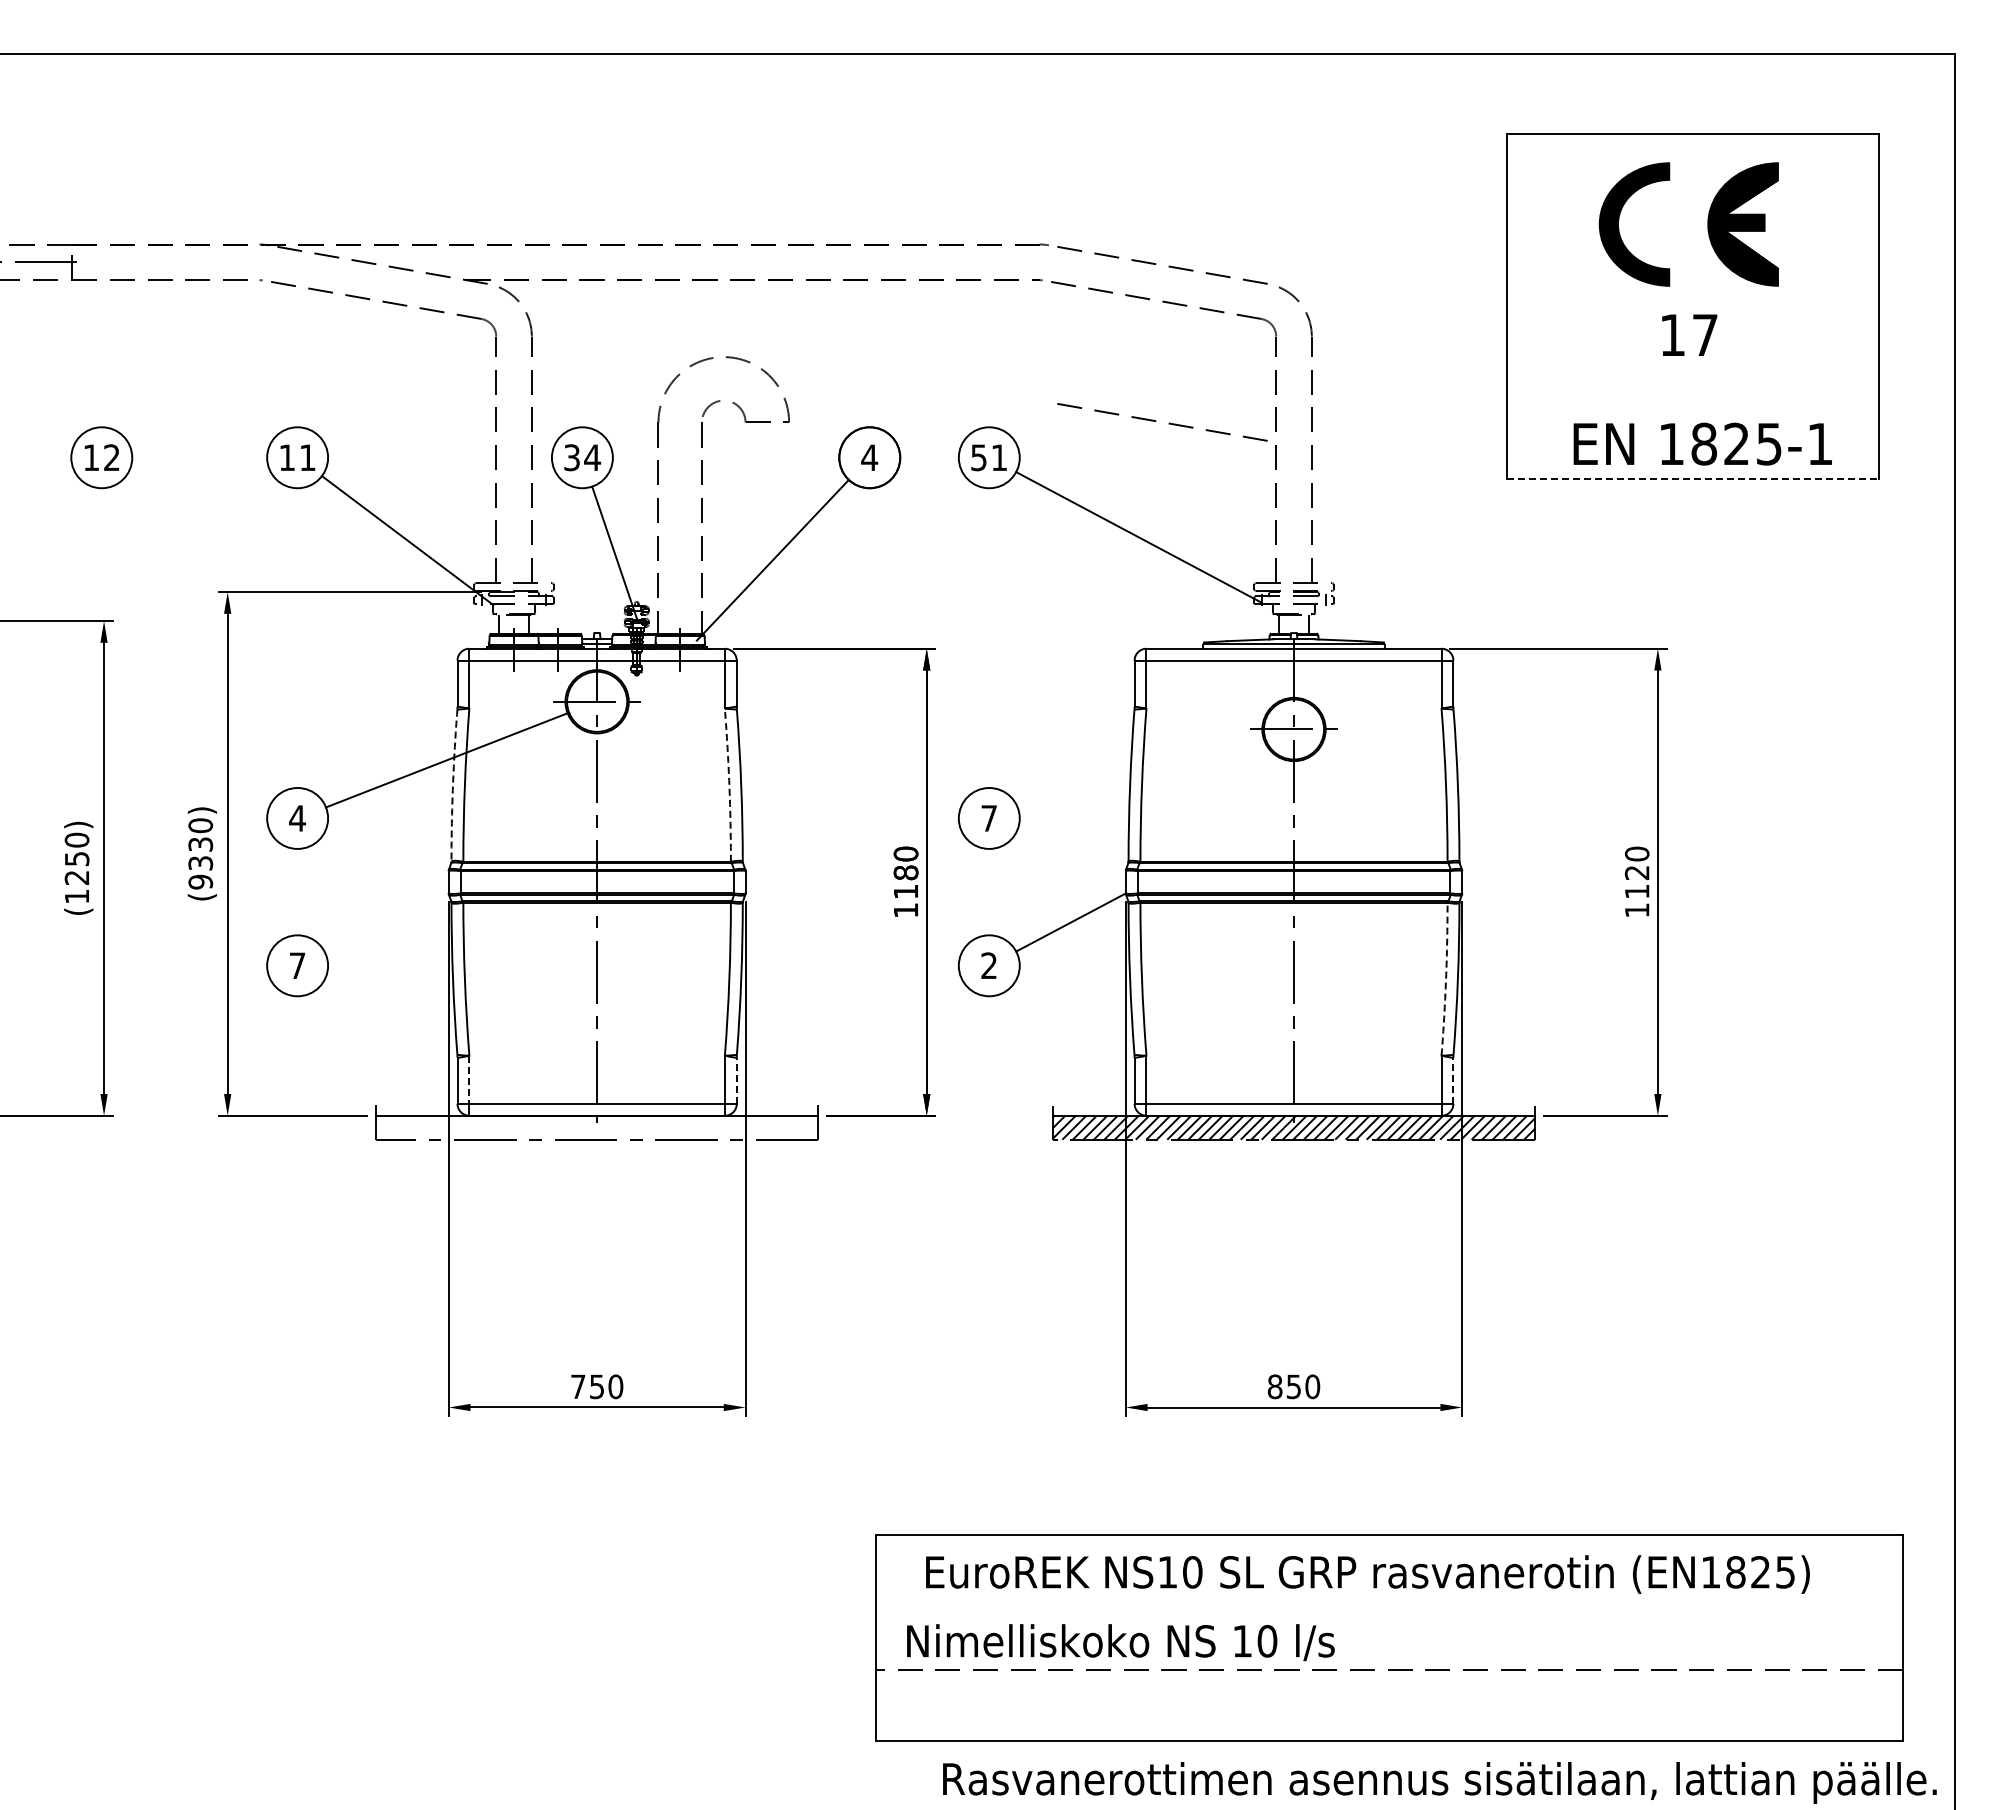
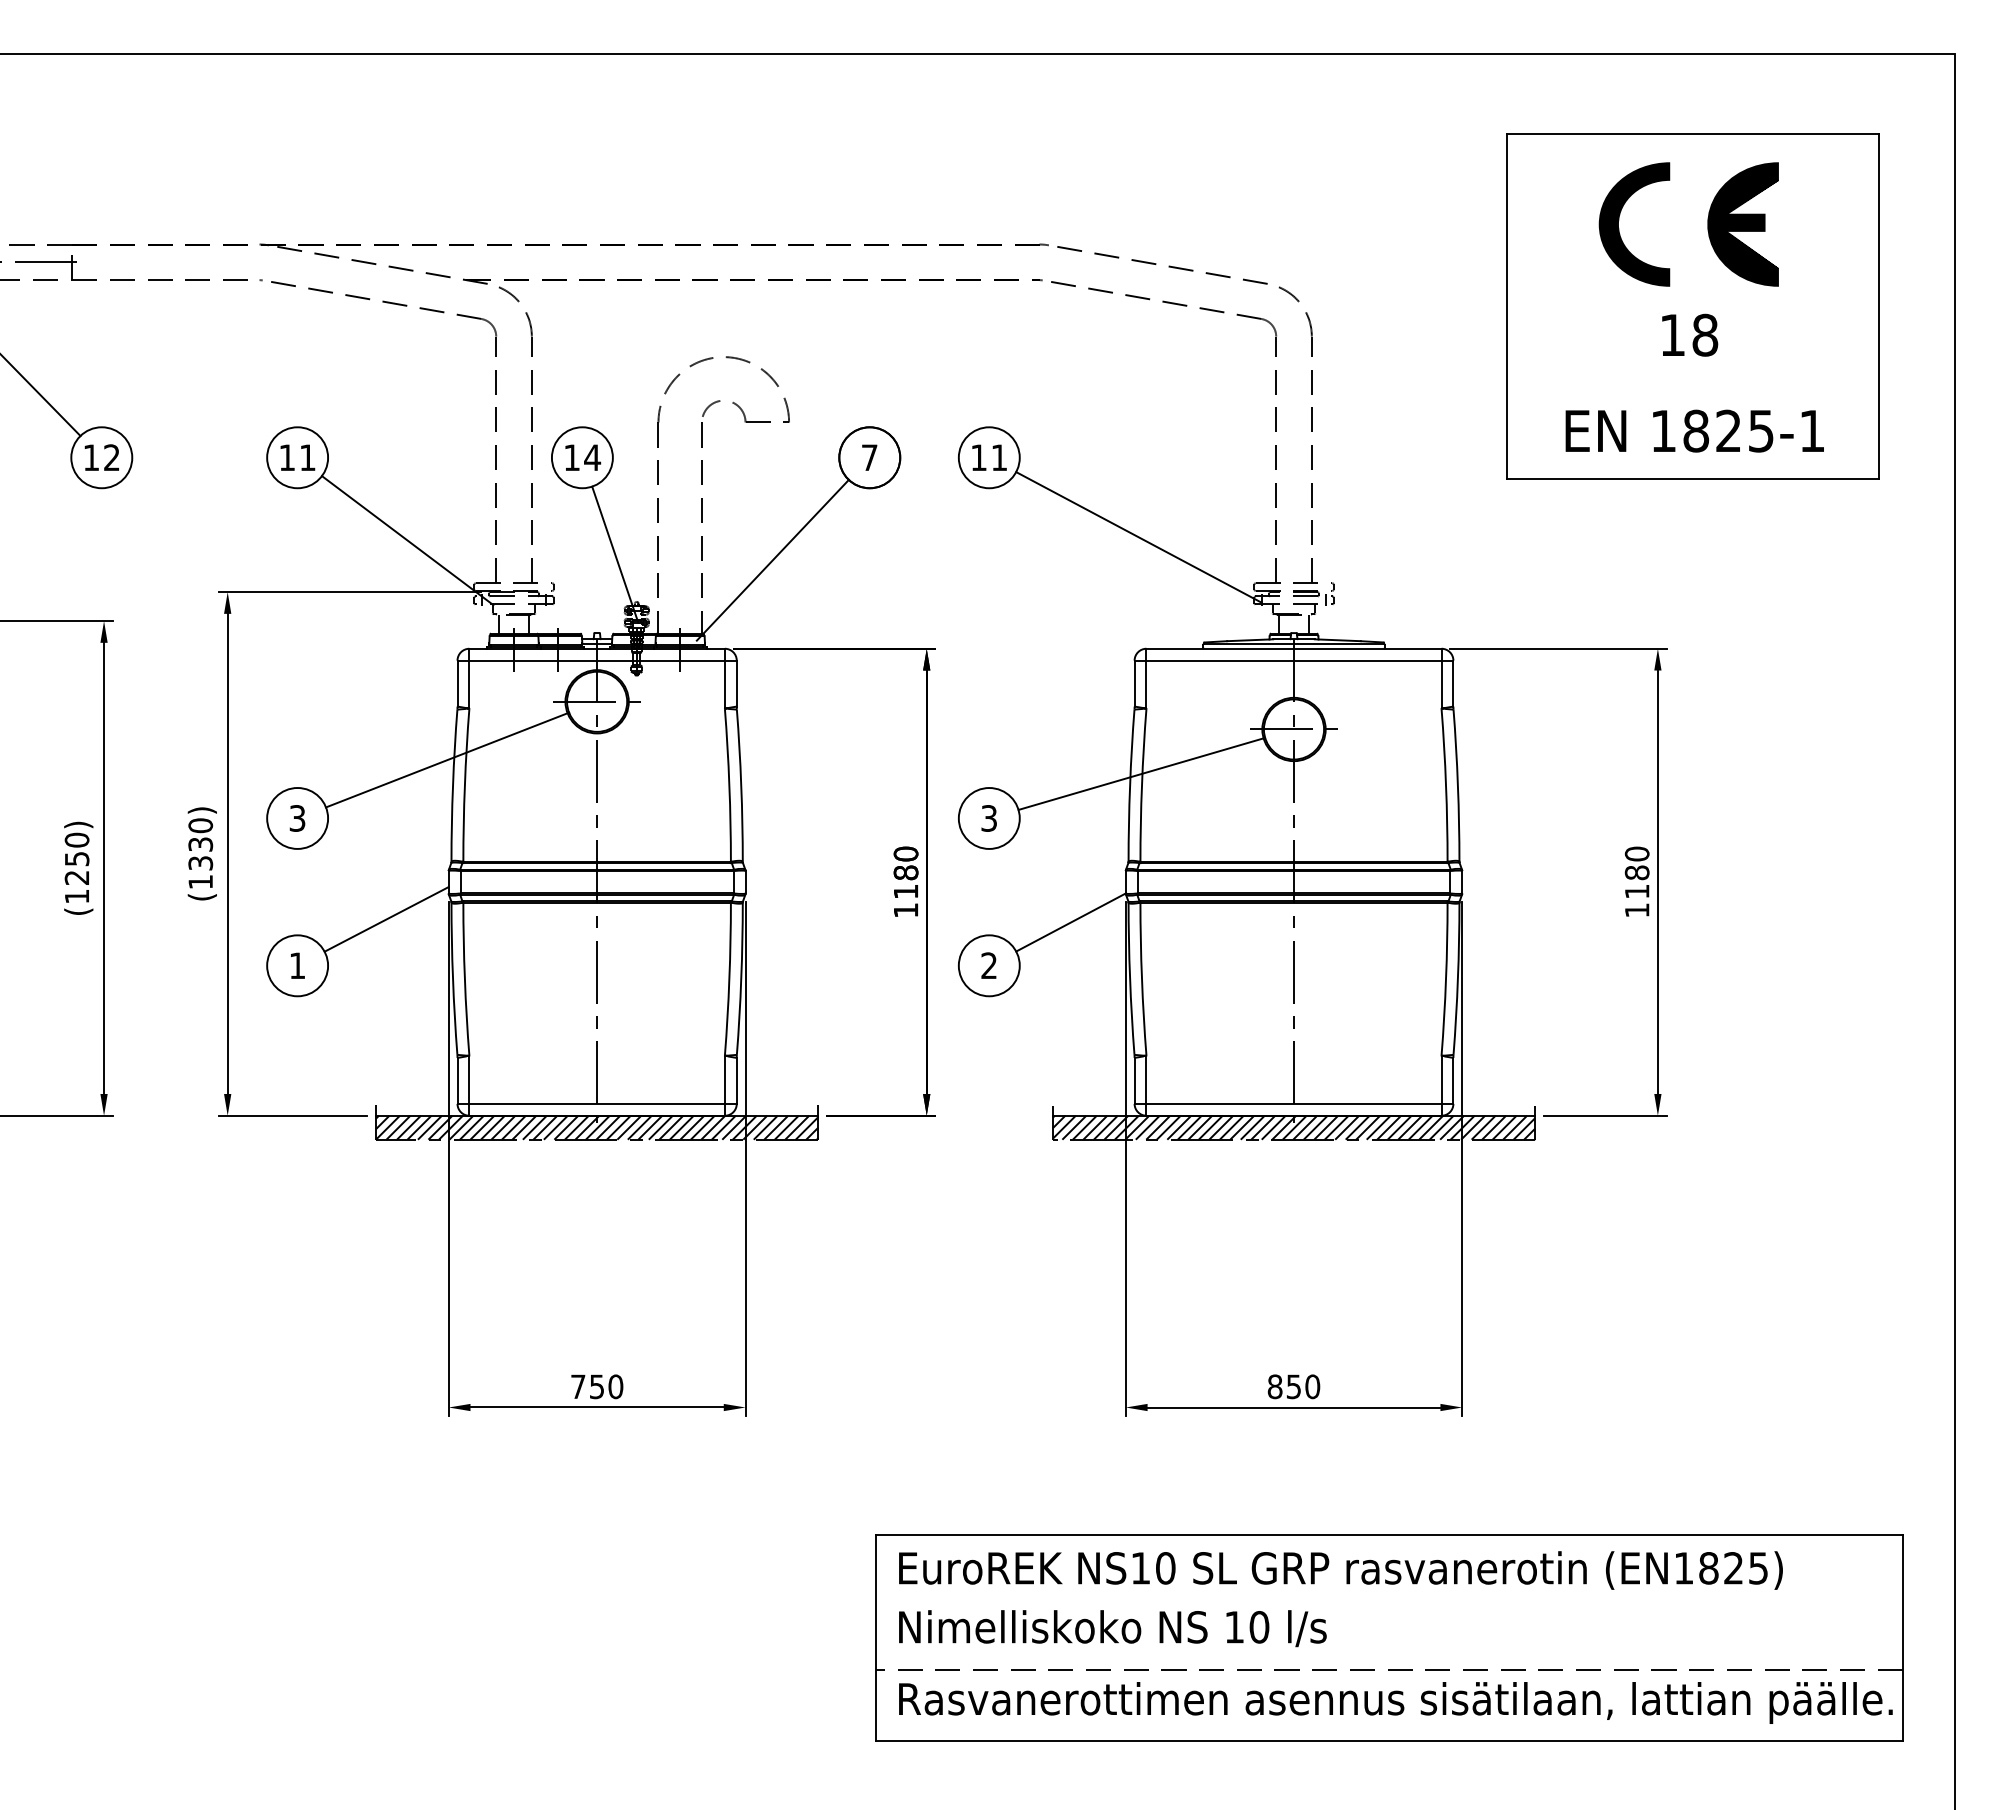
text at (1705, 334): 17 -> 18
line at (41, 395): none -> present
line at (1156, 421): present -> none
text at (1702, 443) position: (1702, 443) -> (1694, 430)
text at (571, 457): 34 -> 14
text at (869, 457): 4 -> 7
text at (978, 457): 51 -> 11
line at (1693, 478): dashed -> solid
line at (1141, 773): none -> present
arc at (452, 785): dashed -> solid
arc at (729, 785): dashed -> solid
text at (297, 818): 4 -> 3
text at (988, 818): 7 -> 3
text at (1637, 872): 1120 -> 1180
text at (200, 881): (9330) -> (1330)
line at (386, 919): none -> present
text at (297, 965): 7 -> 1
arc at (1446, 979): dashed -> solid
line at (469, 1080): dashed -> solid
line at (736, 1080): dashed -> solid
line at (1453, 1080): dashed -> solid
hatch at (596, 1127): none -> present
text at (1367, 1574) position: (1367, 1574) -> (1340, 1570)
text at (1120, 1642) position: (1120, 1642) -> (1112, 1628)
text at (1439, 1782) position: (1439, 1782) -> (1395, 1702)
